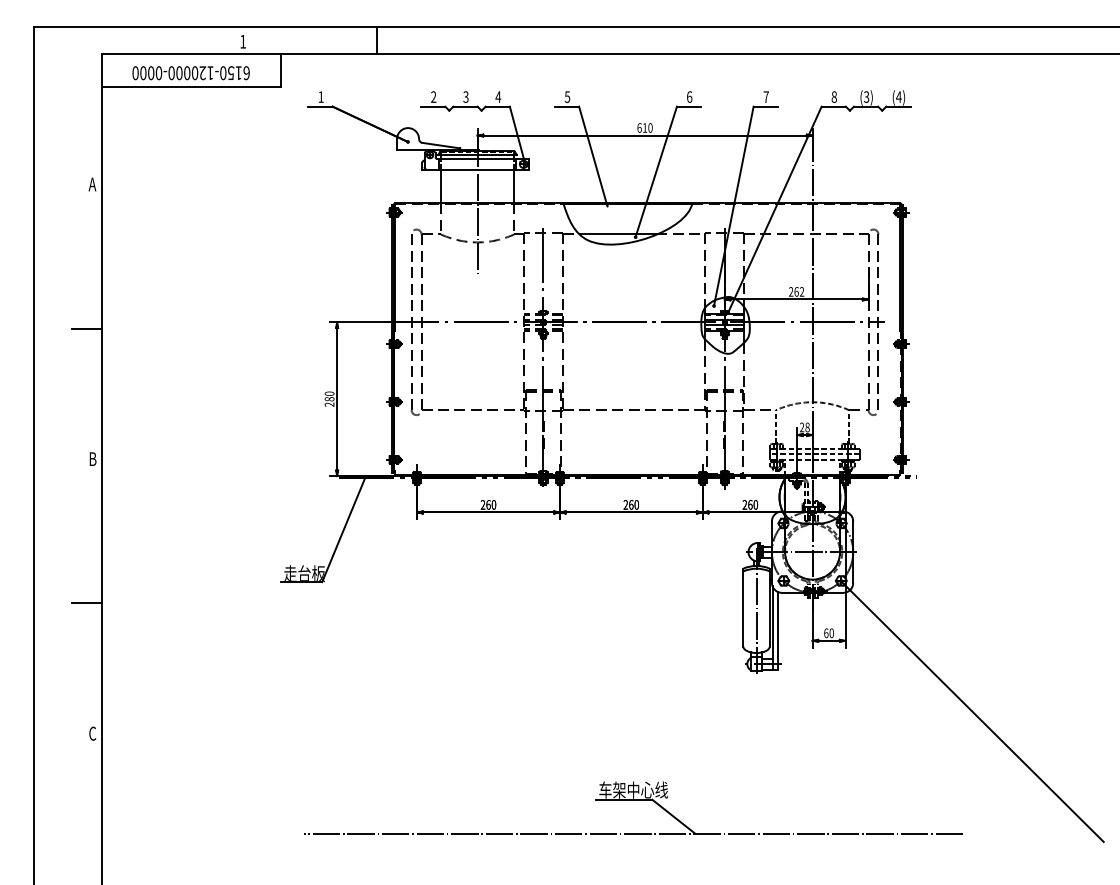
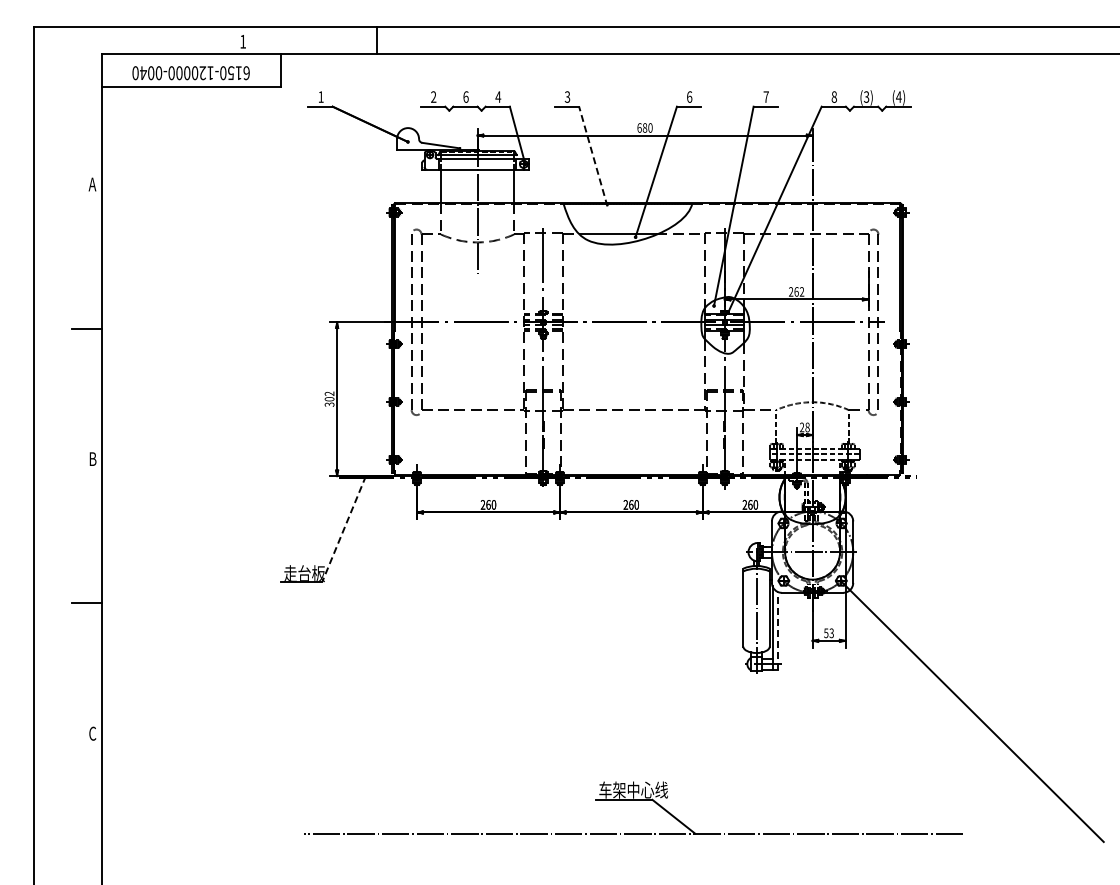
text at (143, 73): 6150-120000-0000 -> 6150-120000-0040
text at (465, 96): 3 -> 6
text at (567, 96): 5 -> 3
text at (644, 127): 610 -> 680
line at (593, 156): solid -> dashed
text at (329, 398): 280 -> 302
line at (343, 529): solid -> dashed
line at (777, 630): solid -> dashed
text at (828, 633): 60 -> 53
